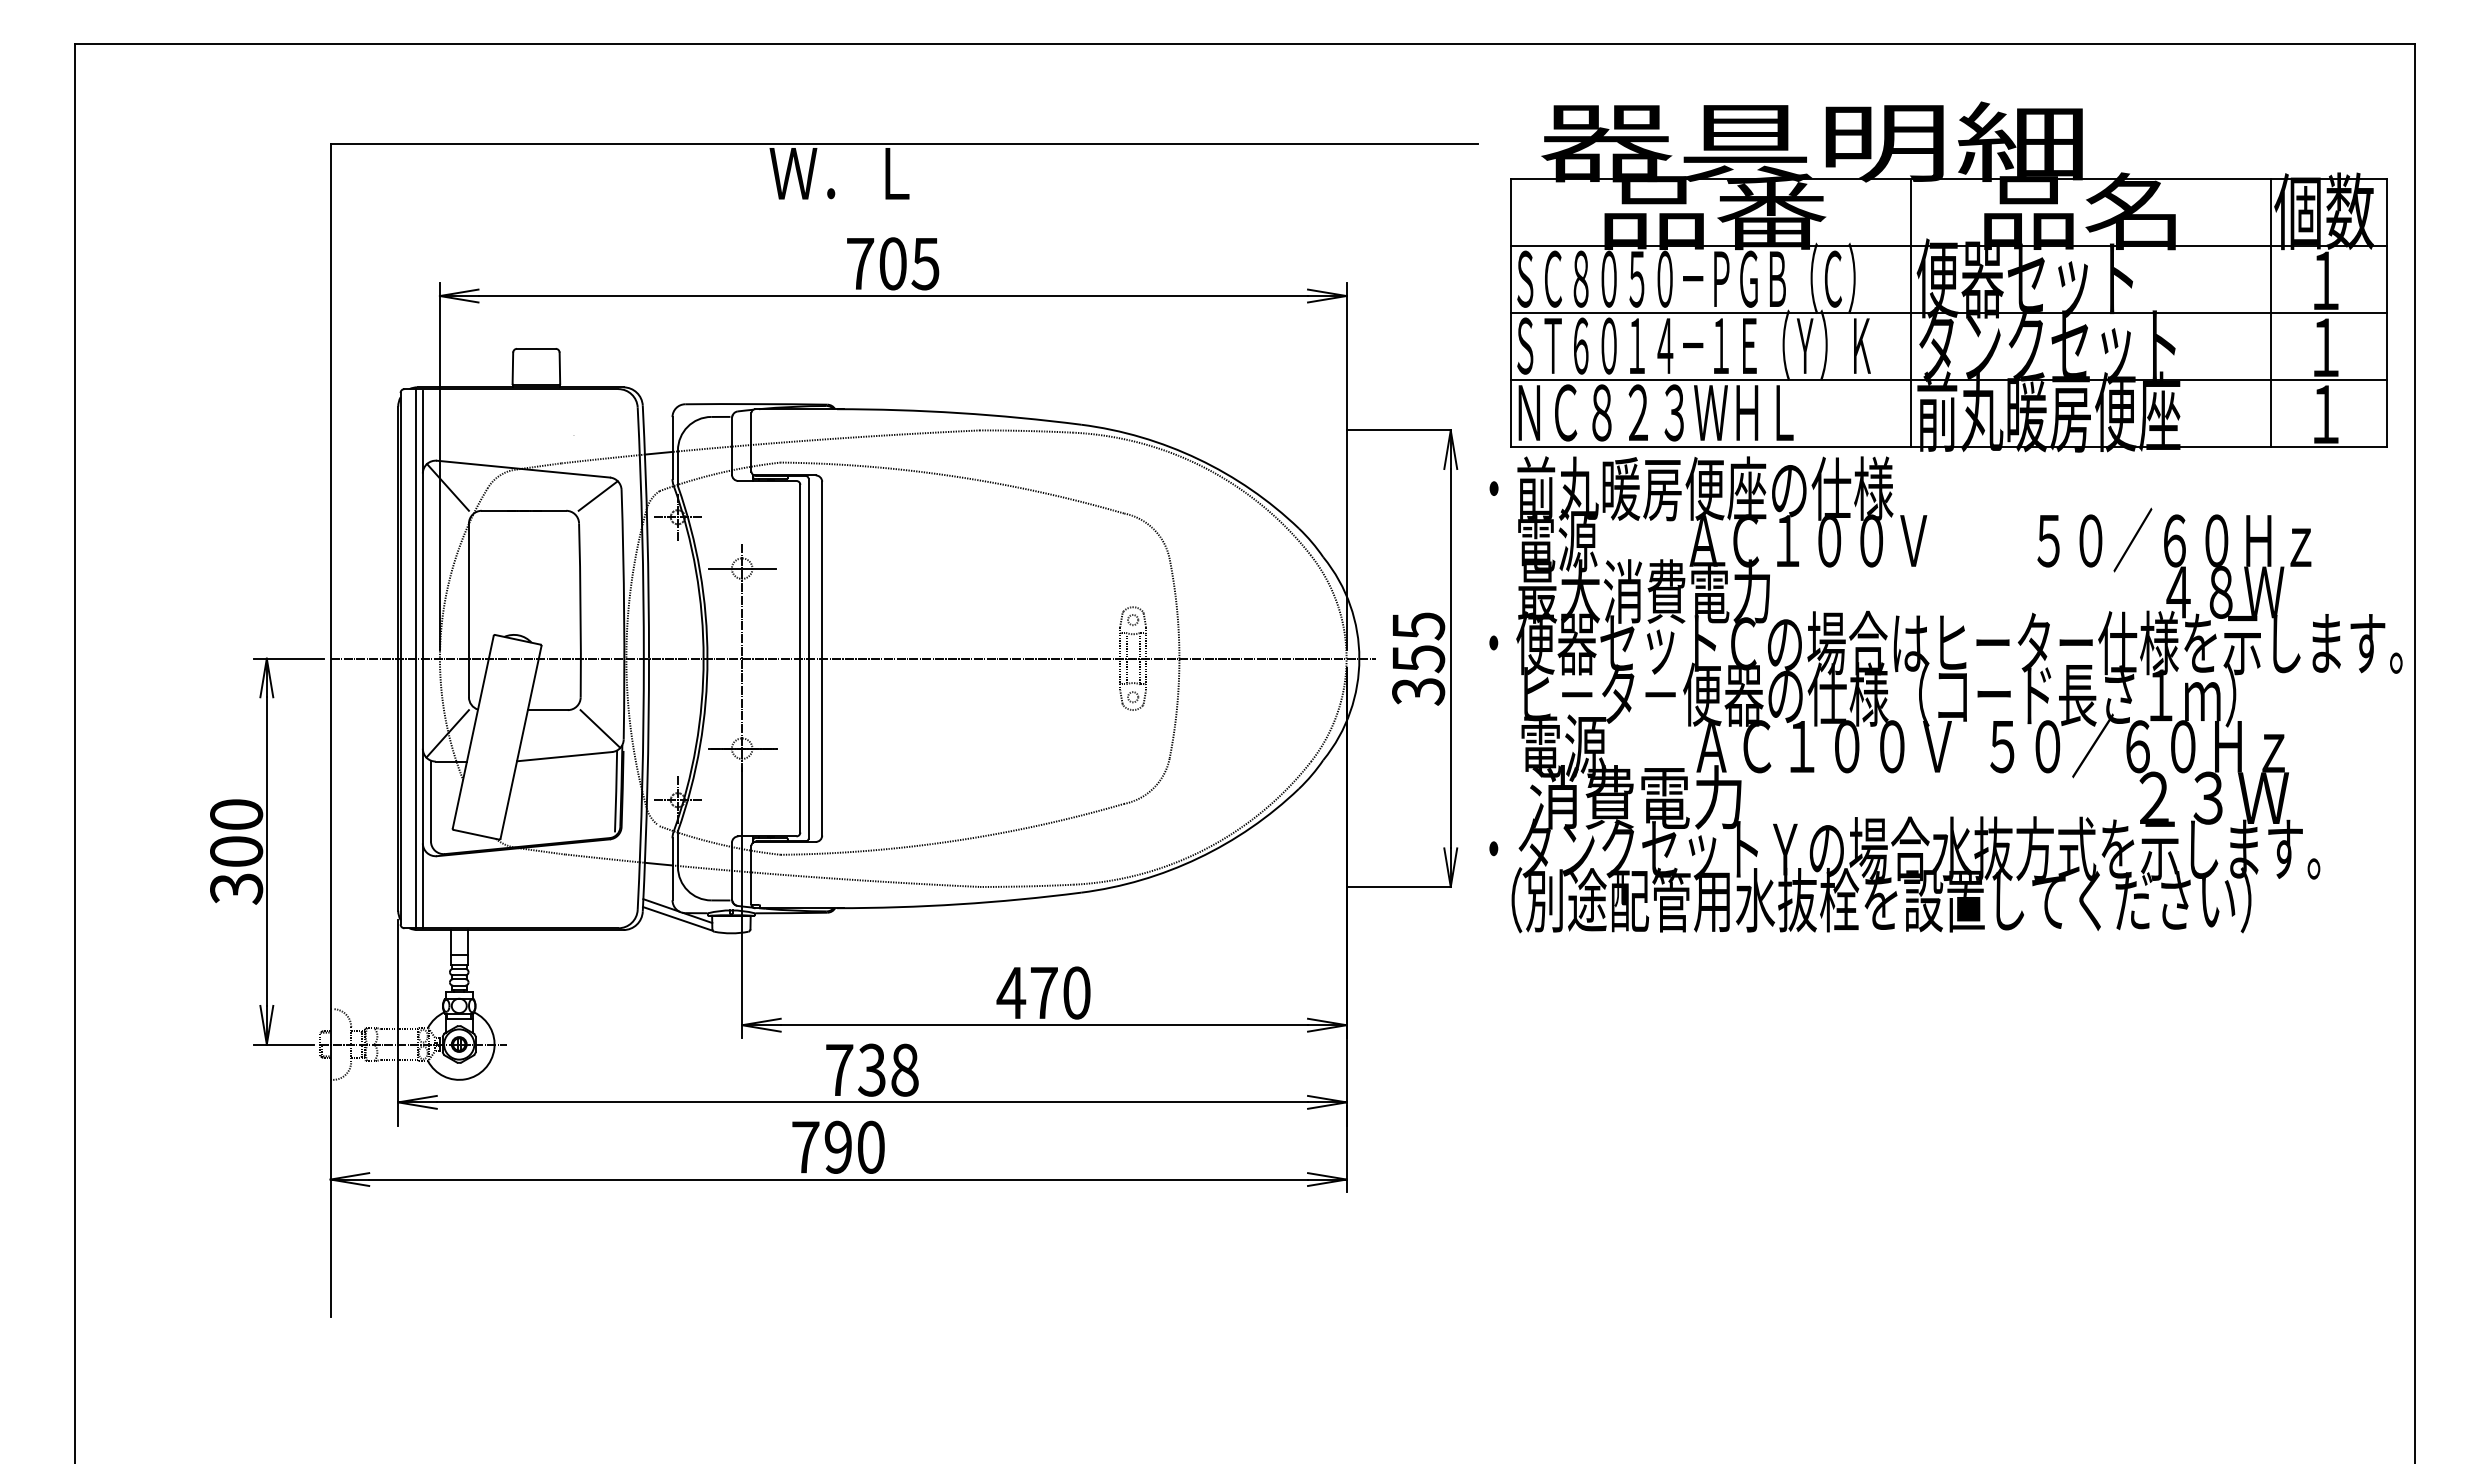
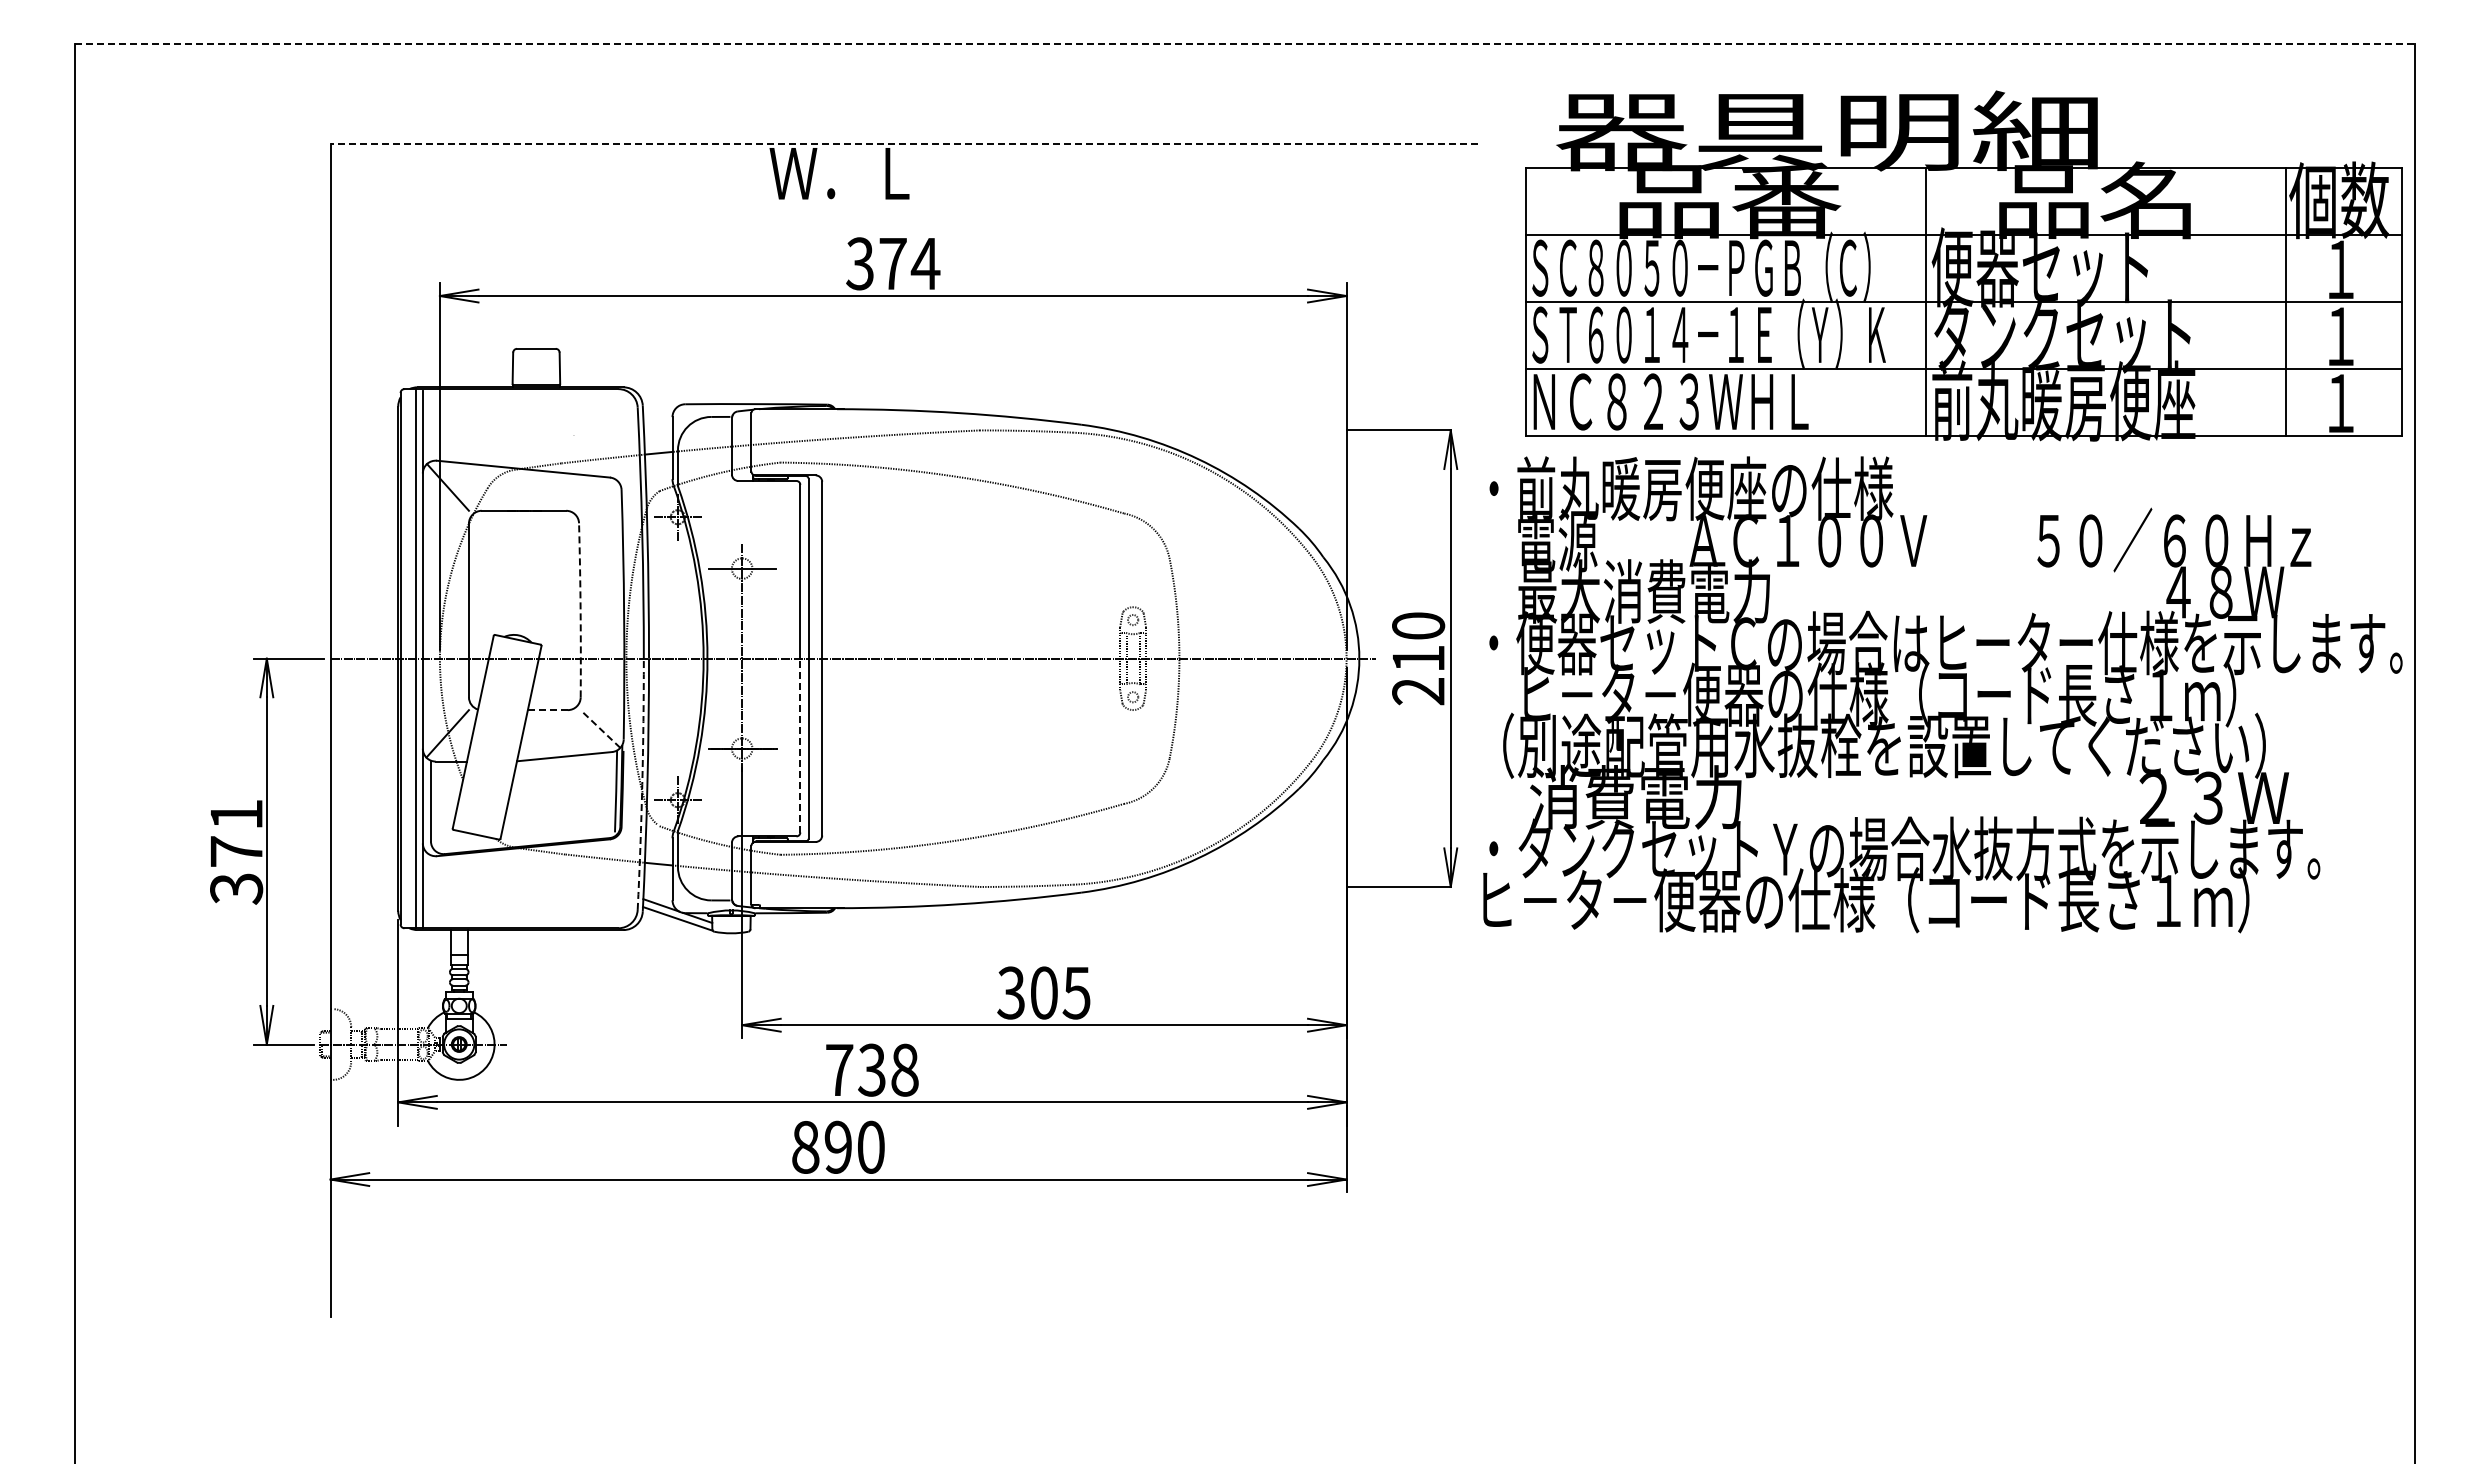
line at (1245, 43): solid -> dashed
line at (904, 144): solid -> dashed
text at (893, 263): 705 -> 374
part at (1948, 276) position: (1948, 276) -> (1963, 265)
line at (597, 495): present -> none
arc at (580, 610): solid -> dashed
text at (1418, 658): 355 -> 210
line at (547, 710): solid -> dashed
line at (600, 728): solid -> dashed
line at (800, 745): solid -> dashed
text at (1893, 745): 電源        ＡＣ１００Ｖ  ５０／６０Ｈｚ -> （別途配管用水抜栓を設置してください）
arc at (642, 784): solid -> dashed
text at (236, 832): 300 -> 371
text at (1867, 900): （別途配管用水抜栓を設置してください） -> ヒ－タ－便器の仕様（コード長さ１ｍ）
text at (1043, 992): 470 -> 305
text at (805, 1147): 790 -> 890
